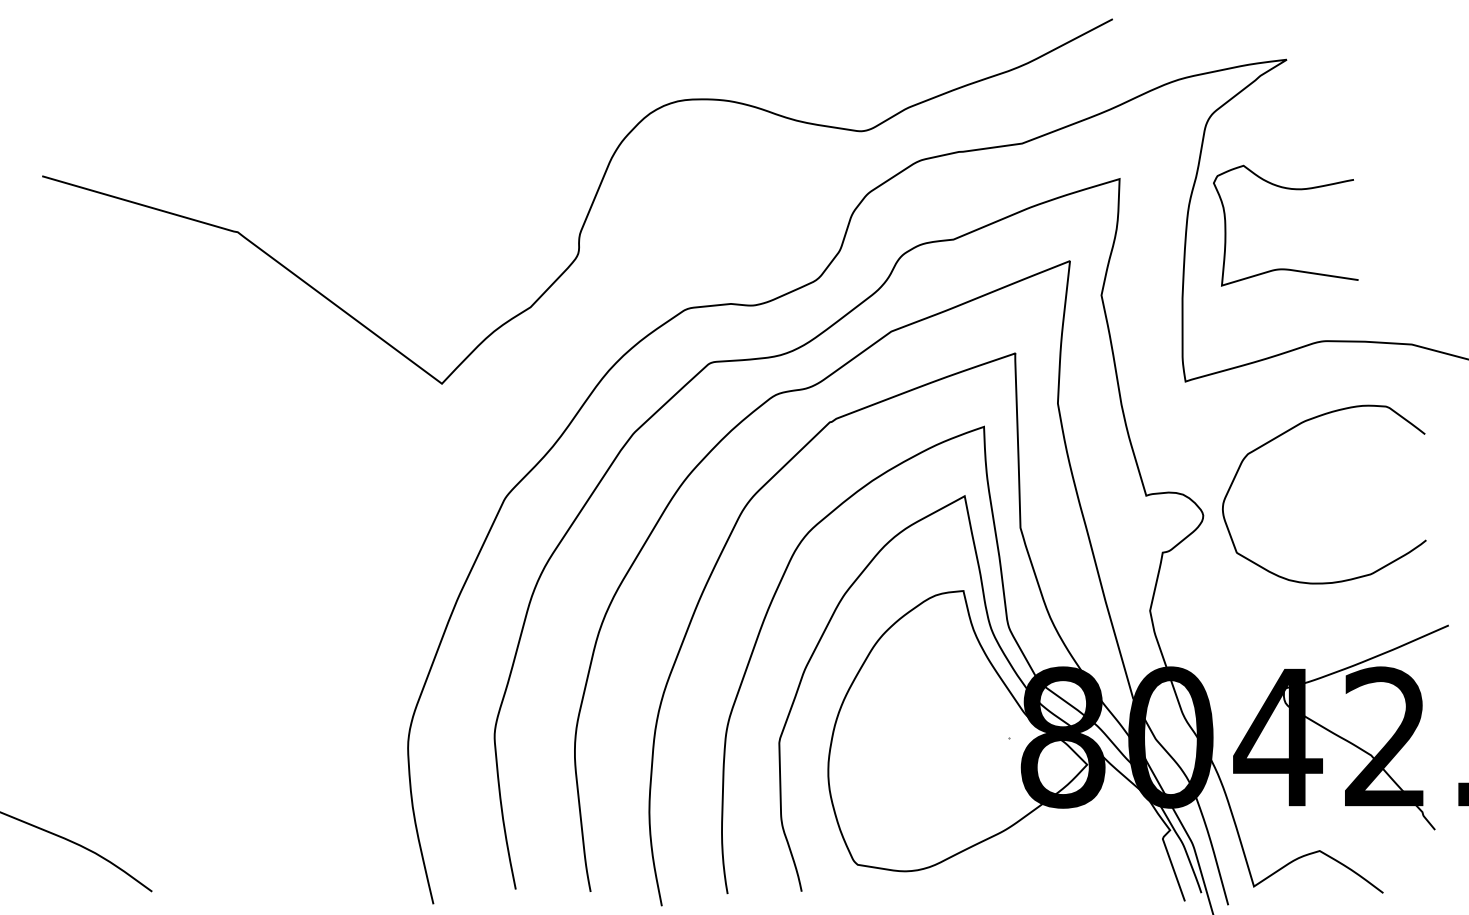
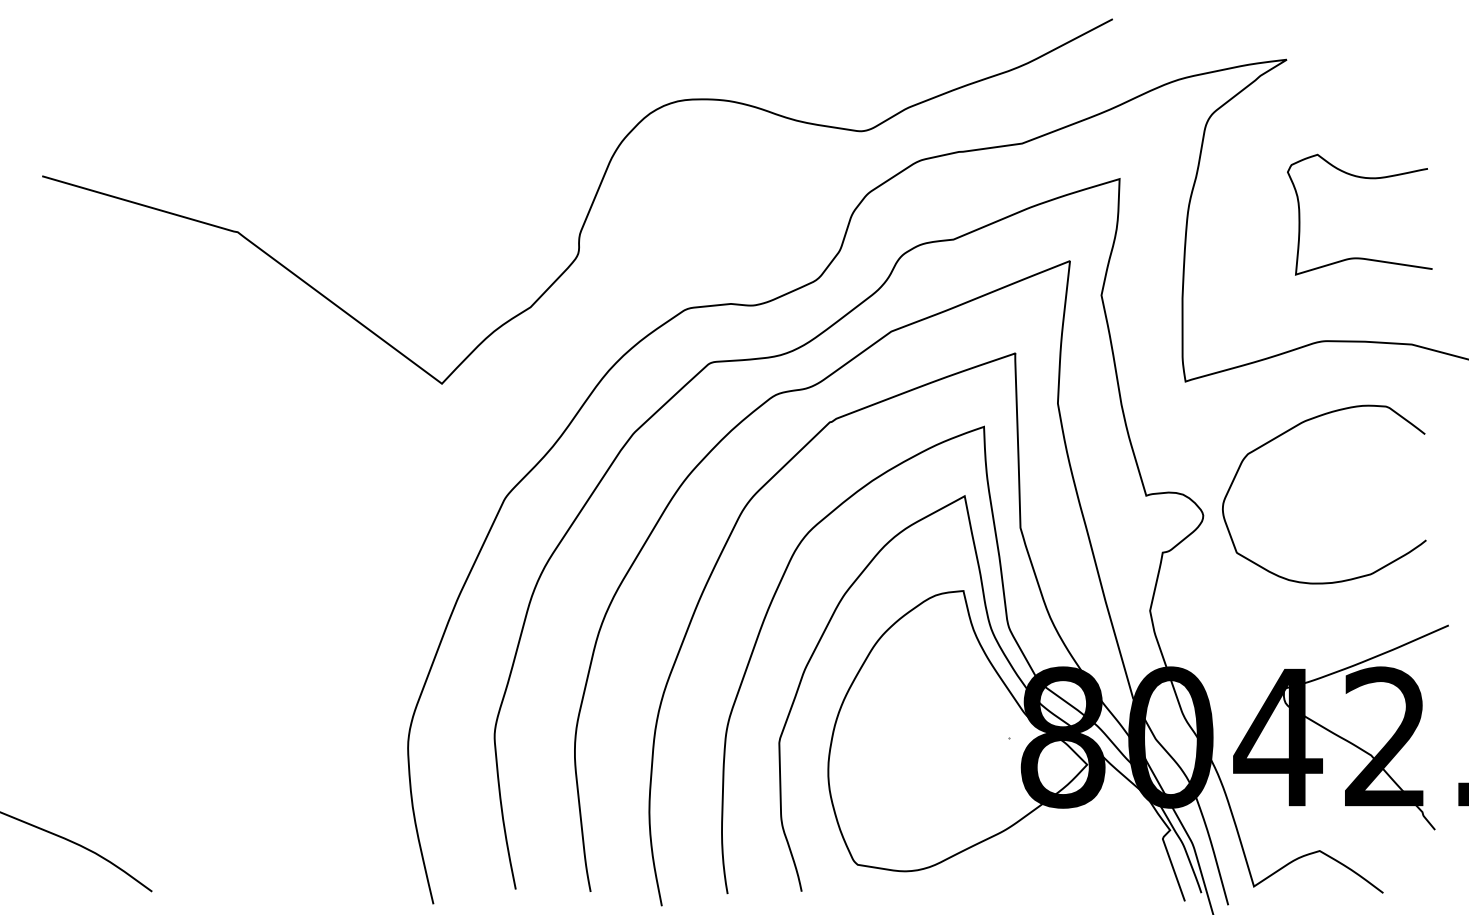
curve at (1286, 189) position: (1286, 189) -> (1360, 178)
